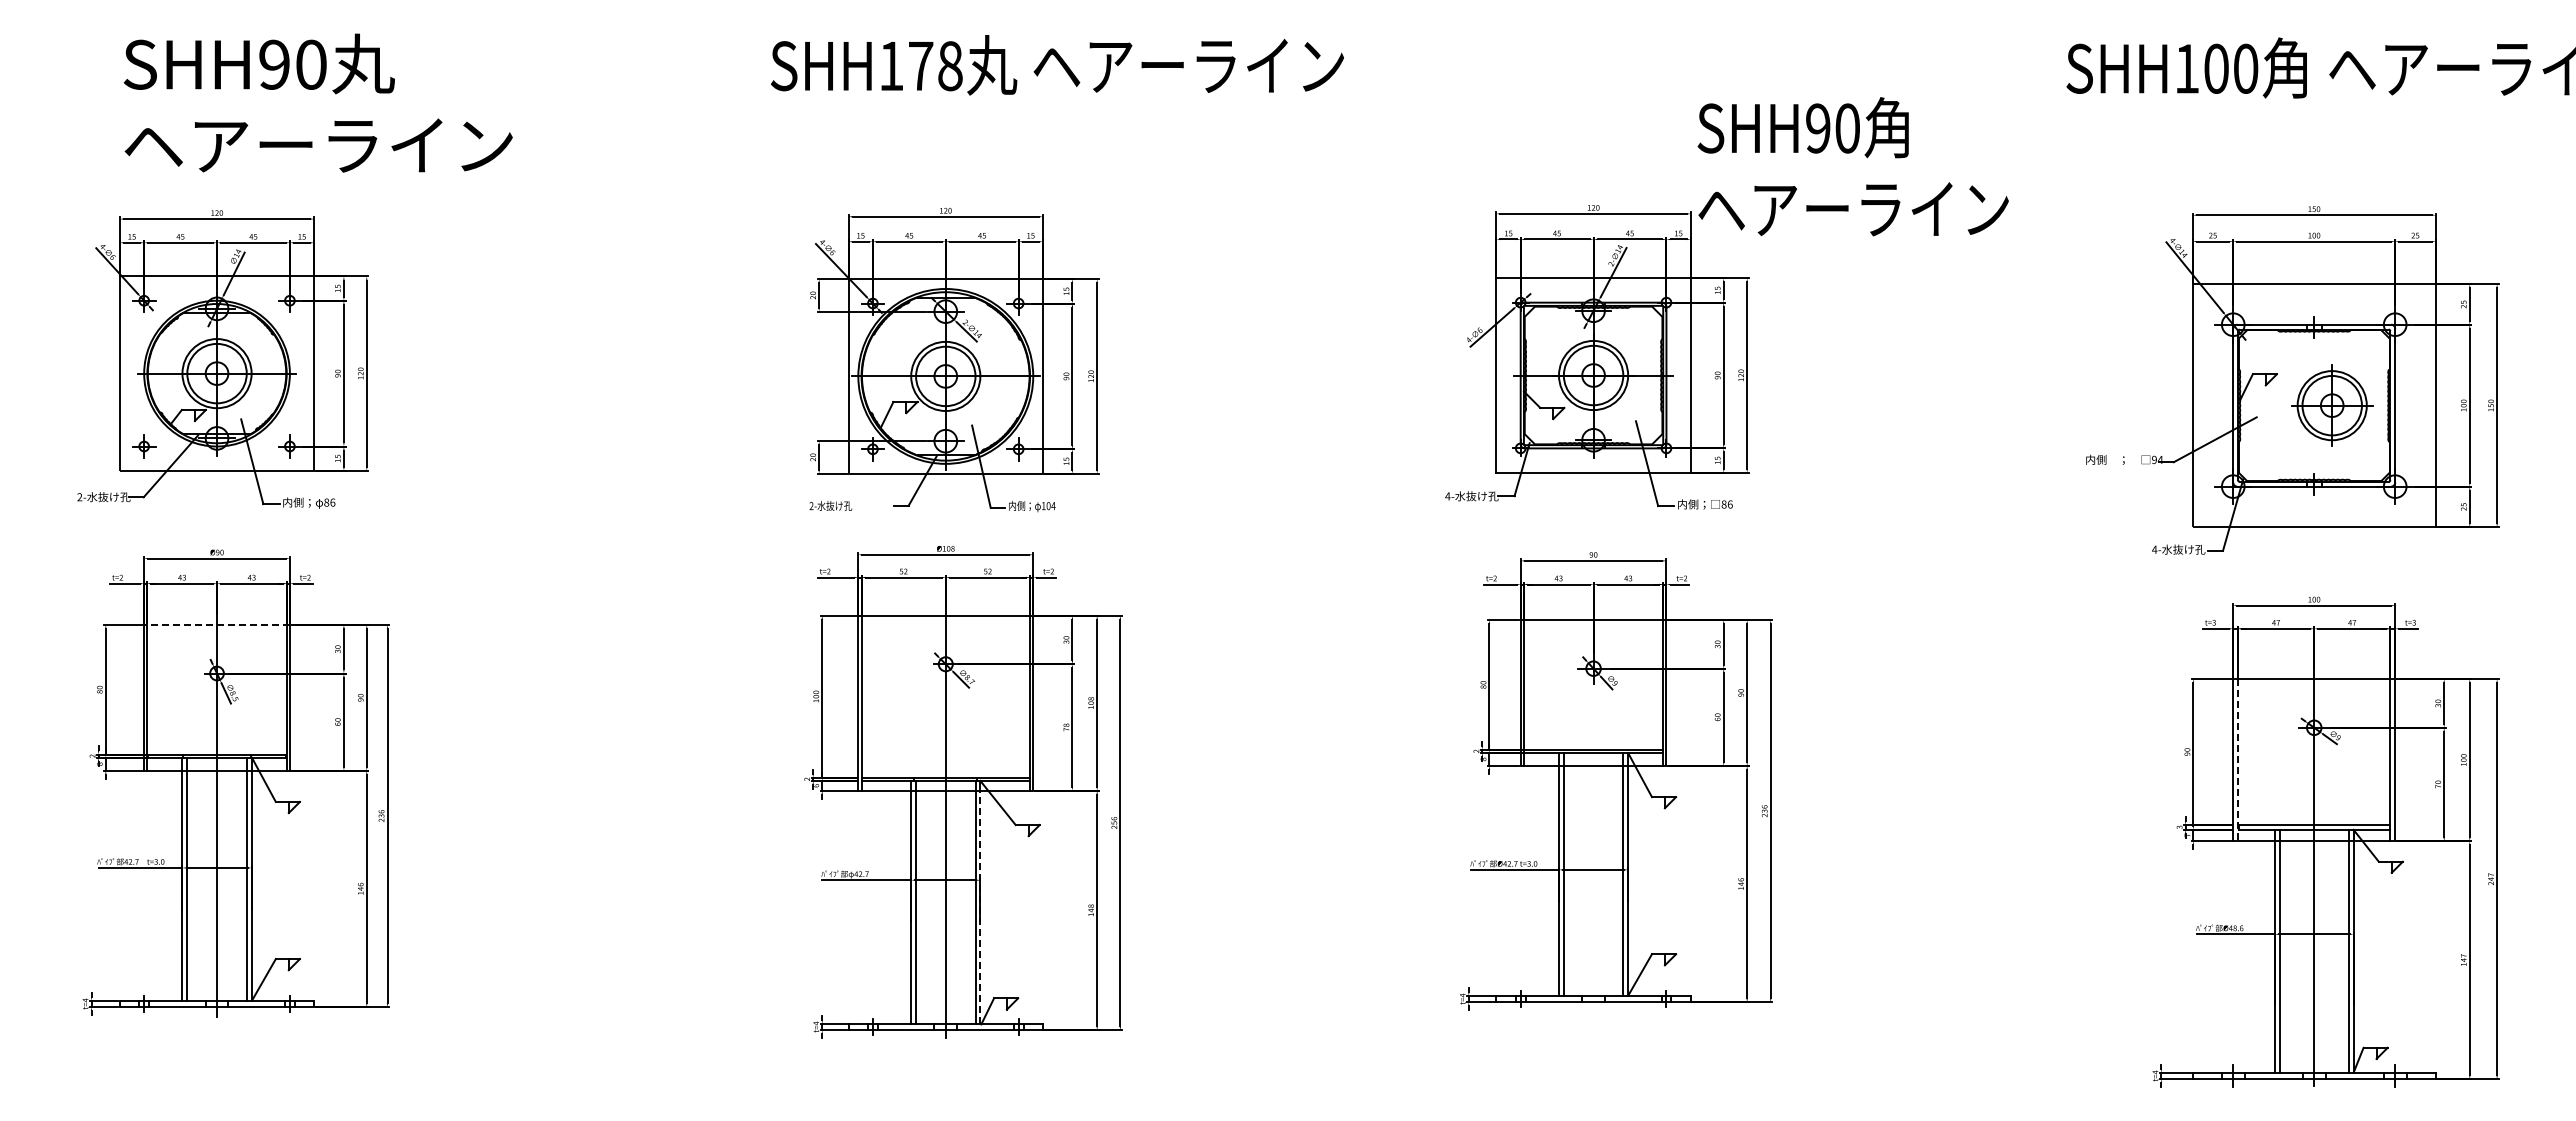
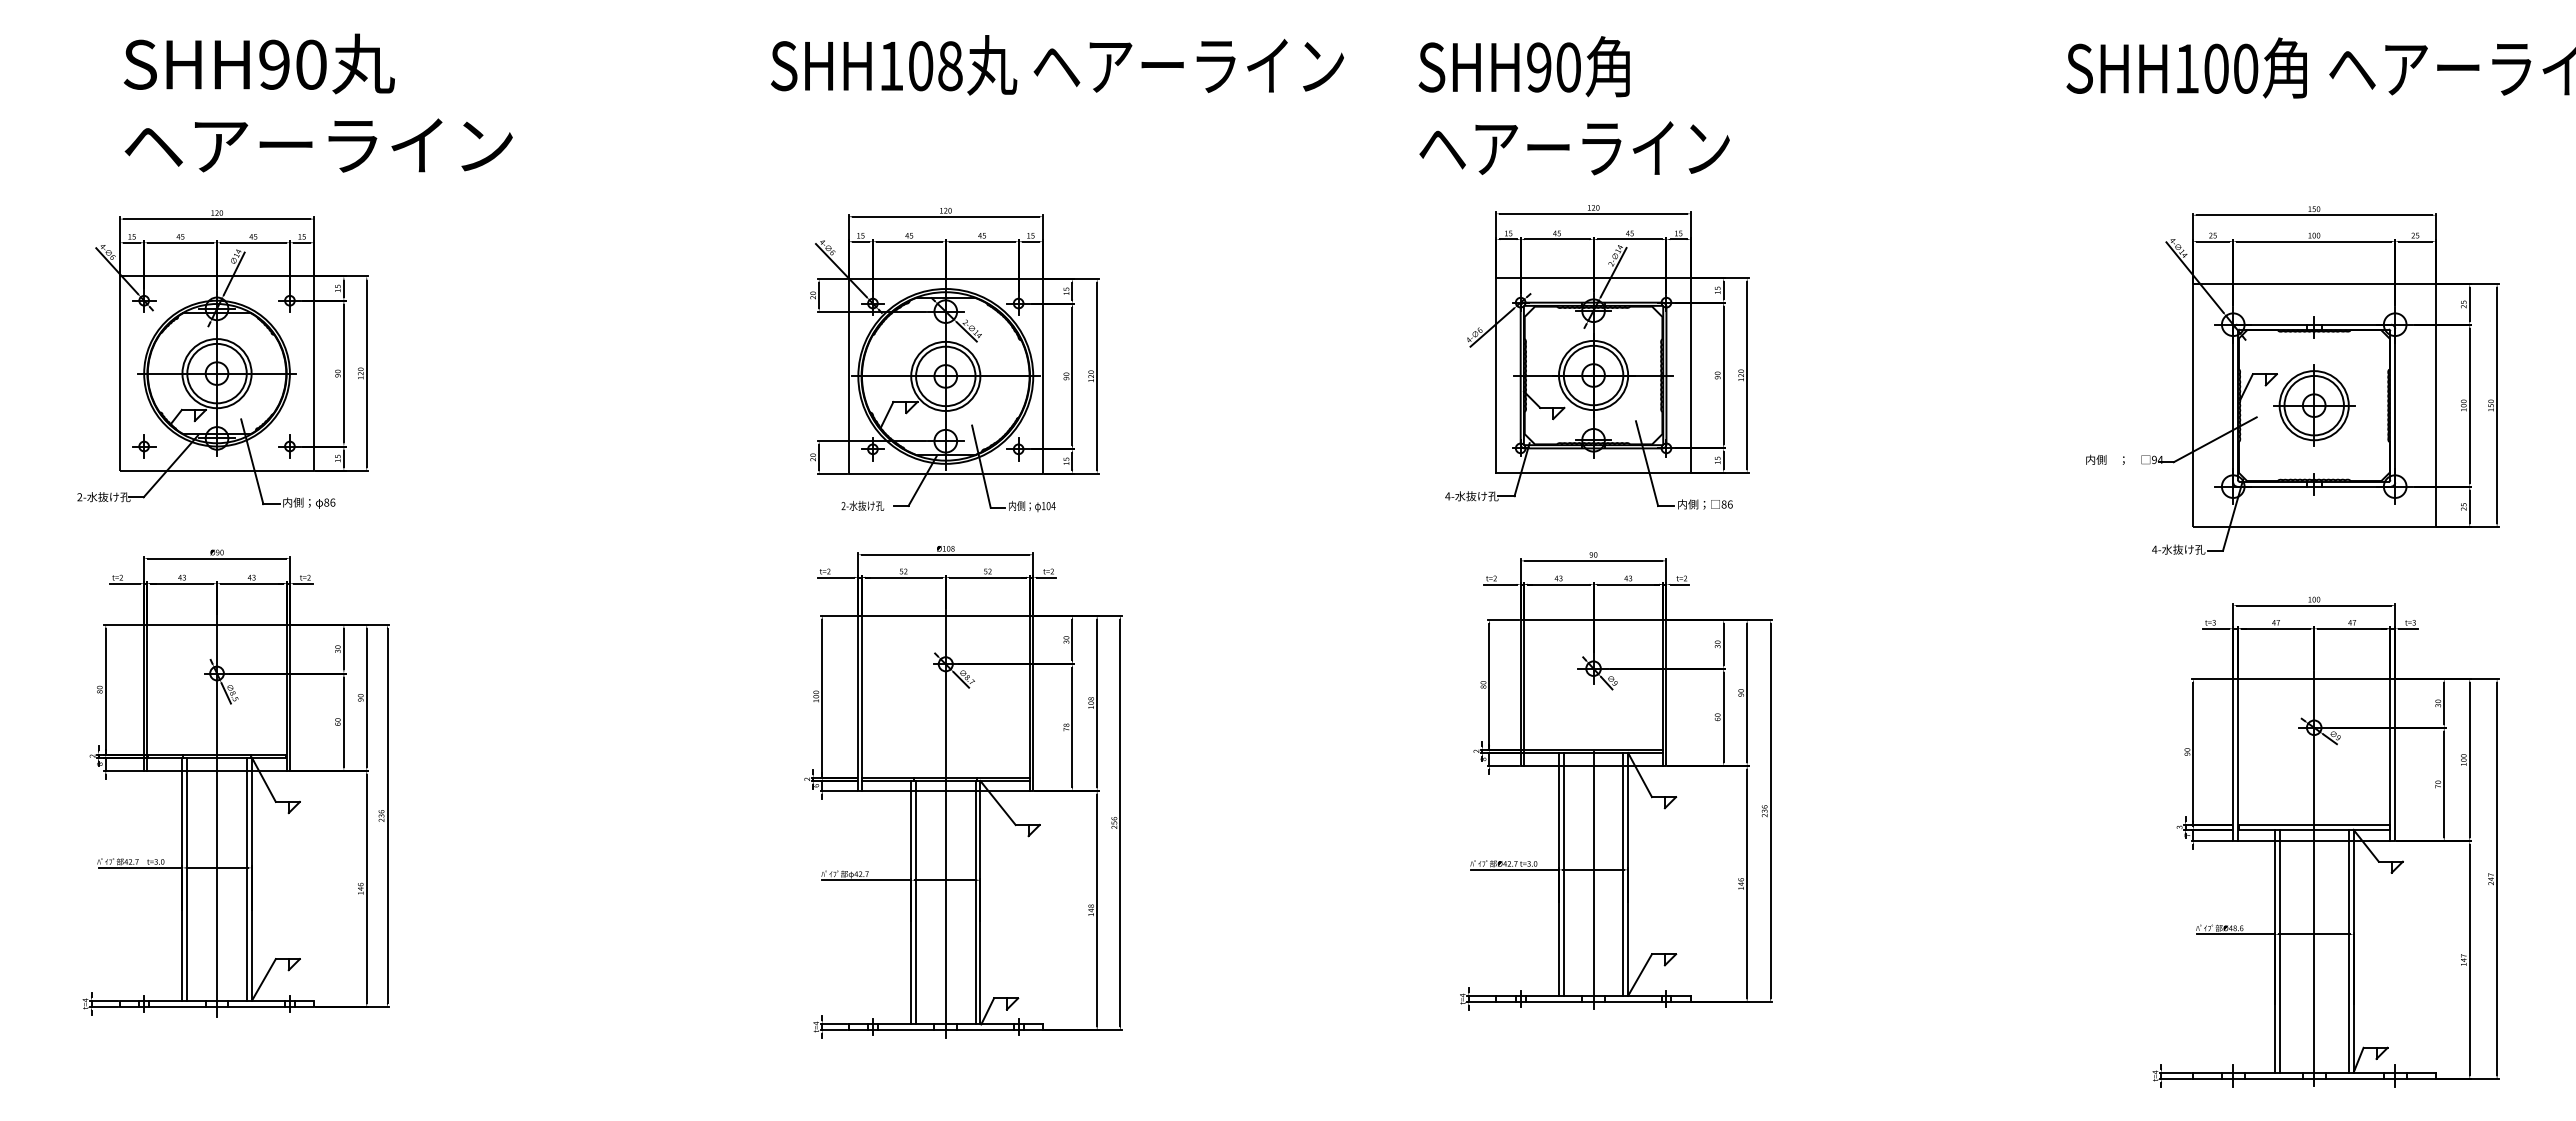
text at (921, 66): SHH178 -> SHH108
text at (1852, 166) position: (1852, 166) -> (1573, 105)
part at (2332, 405) position: (2332, 405) -> (2314, 405)
text at (830, 505) position: (830, 505) -> (862, 505)
line at (217, 624): dashed -> solid
line at (2238, 760): dashed -> solid
line at (1593, 880): none -> present
line at (980, 907): dashed -> solid
